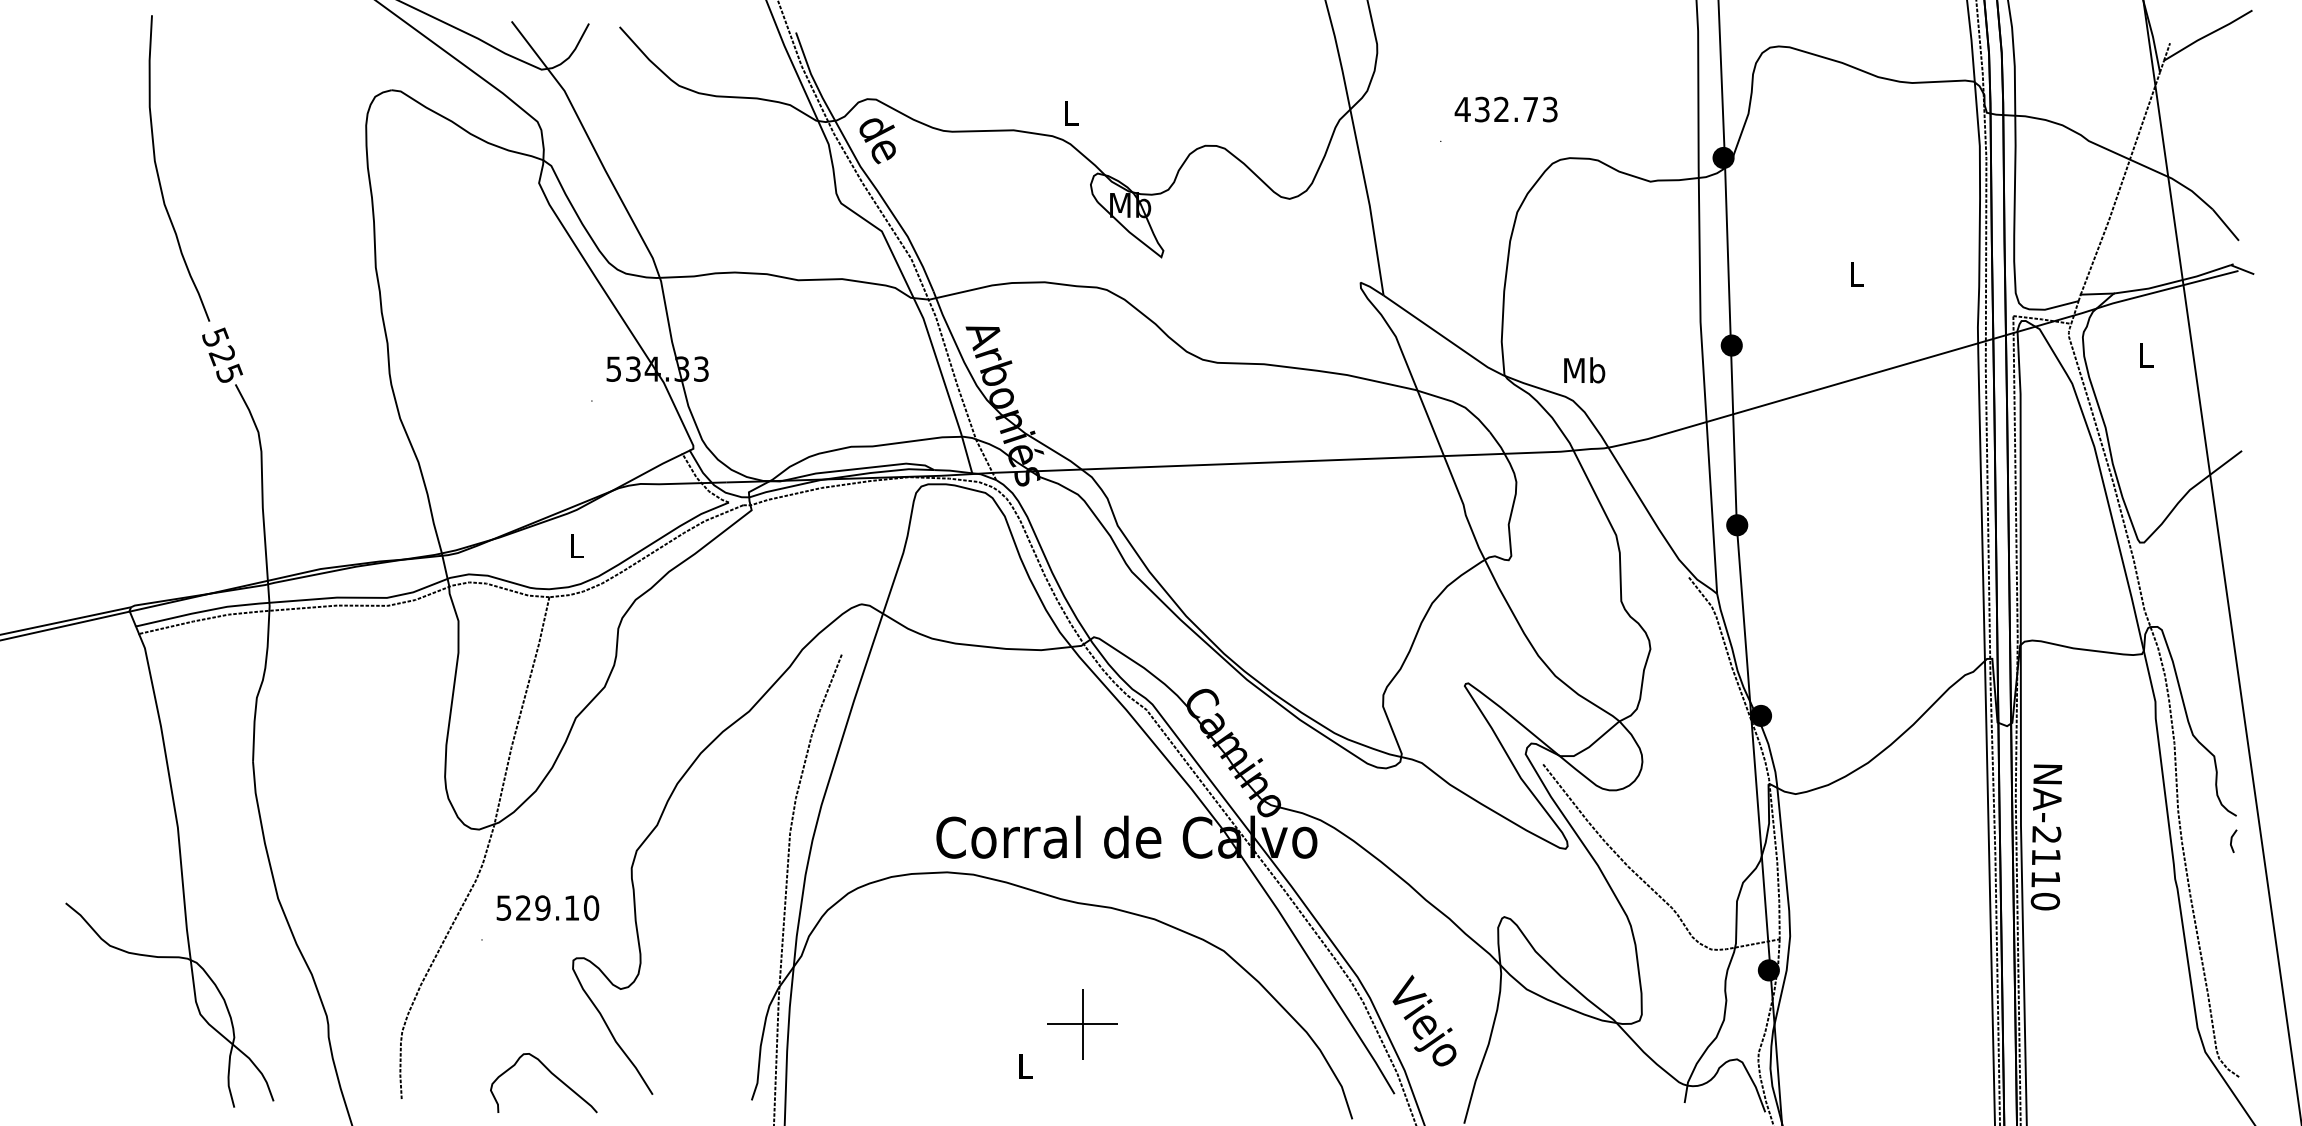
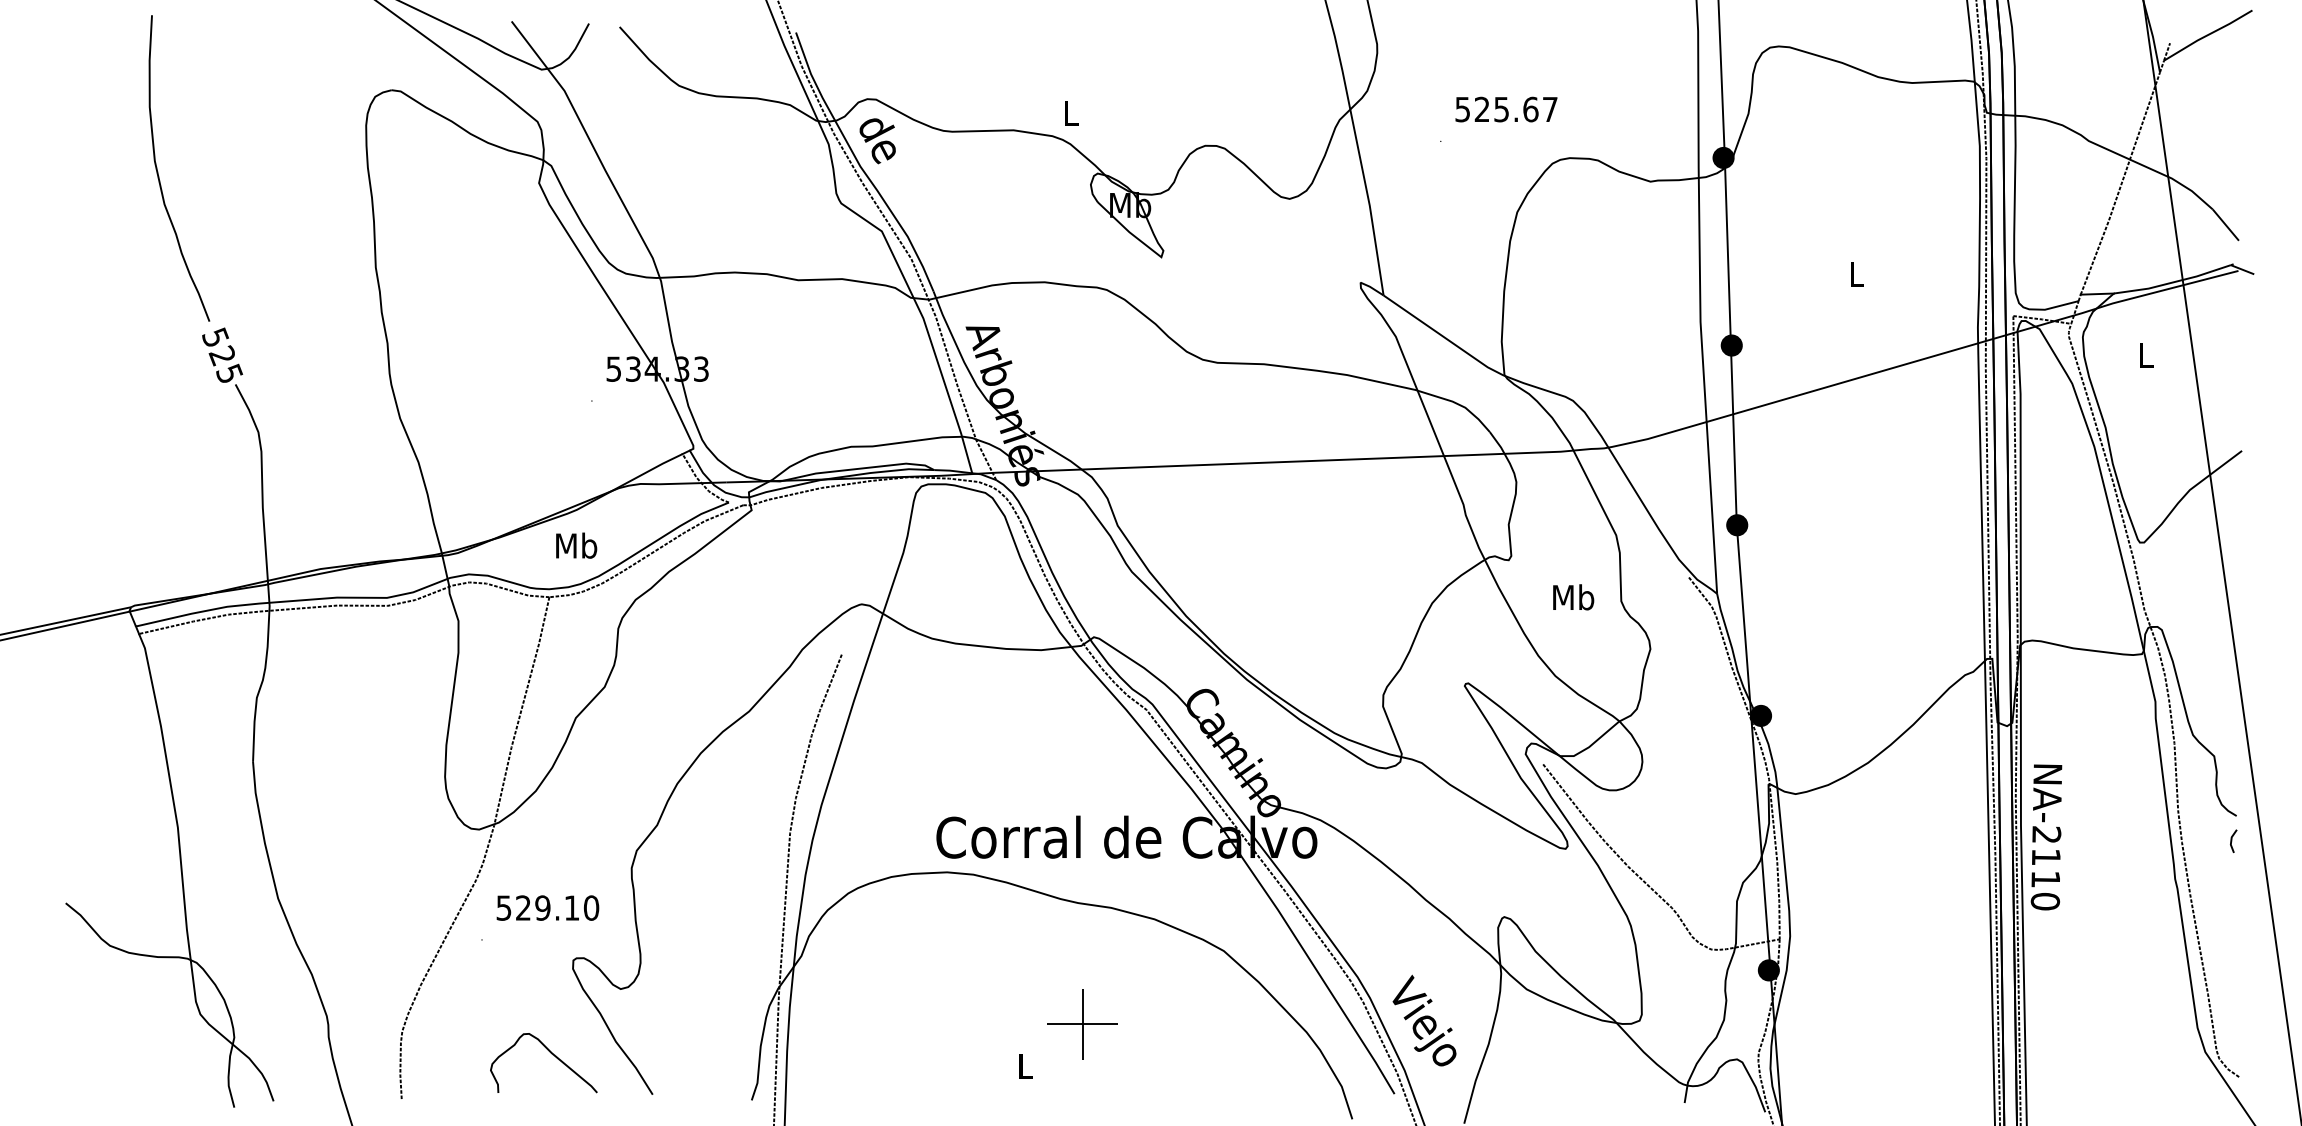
text at (1505, 109): 432.73 -> 525.67
text at (1584, 370) position: (1584, 370) -> (1573, 597)
text at (576, 545): L -> Mb
curve at (551, 1074) position: (551, 1074) -> (551, 1054)
